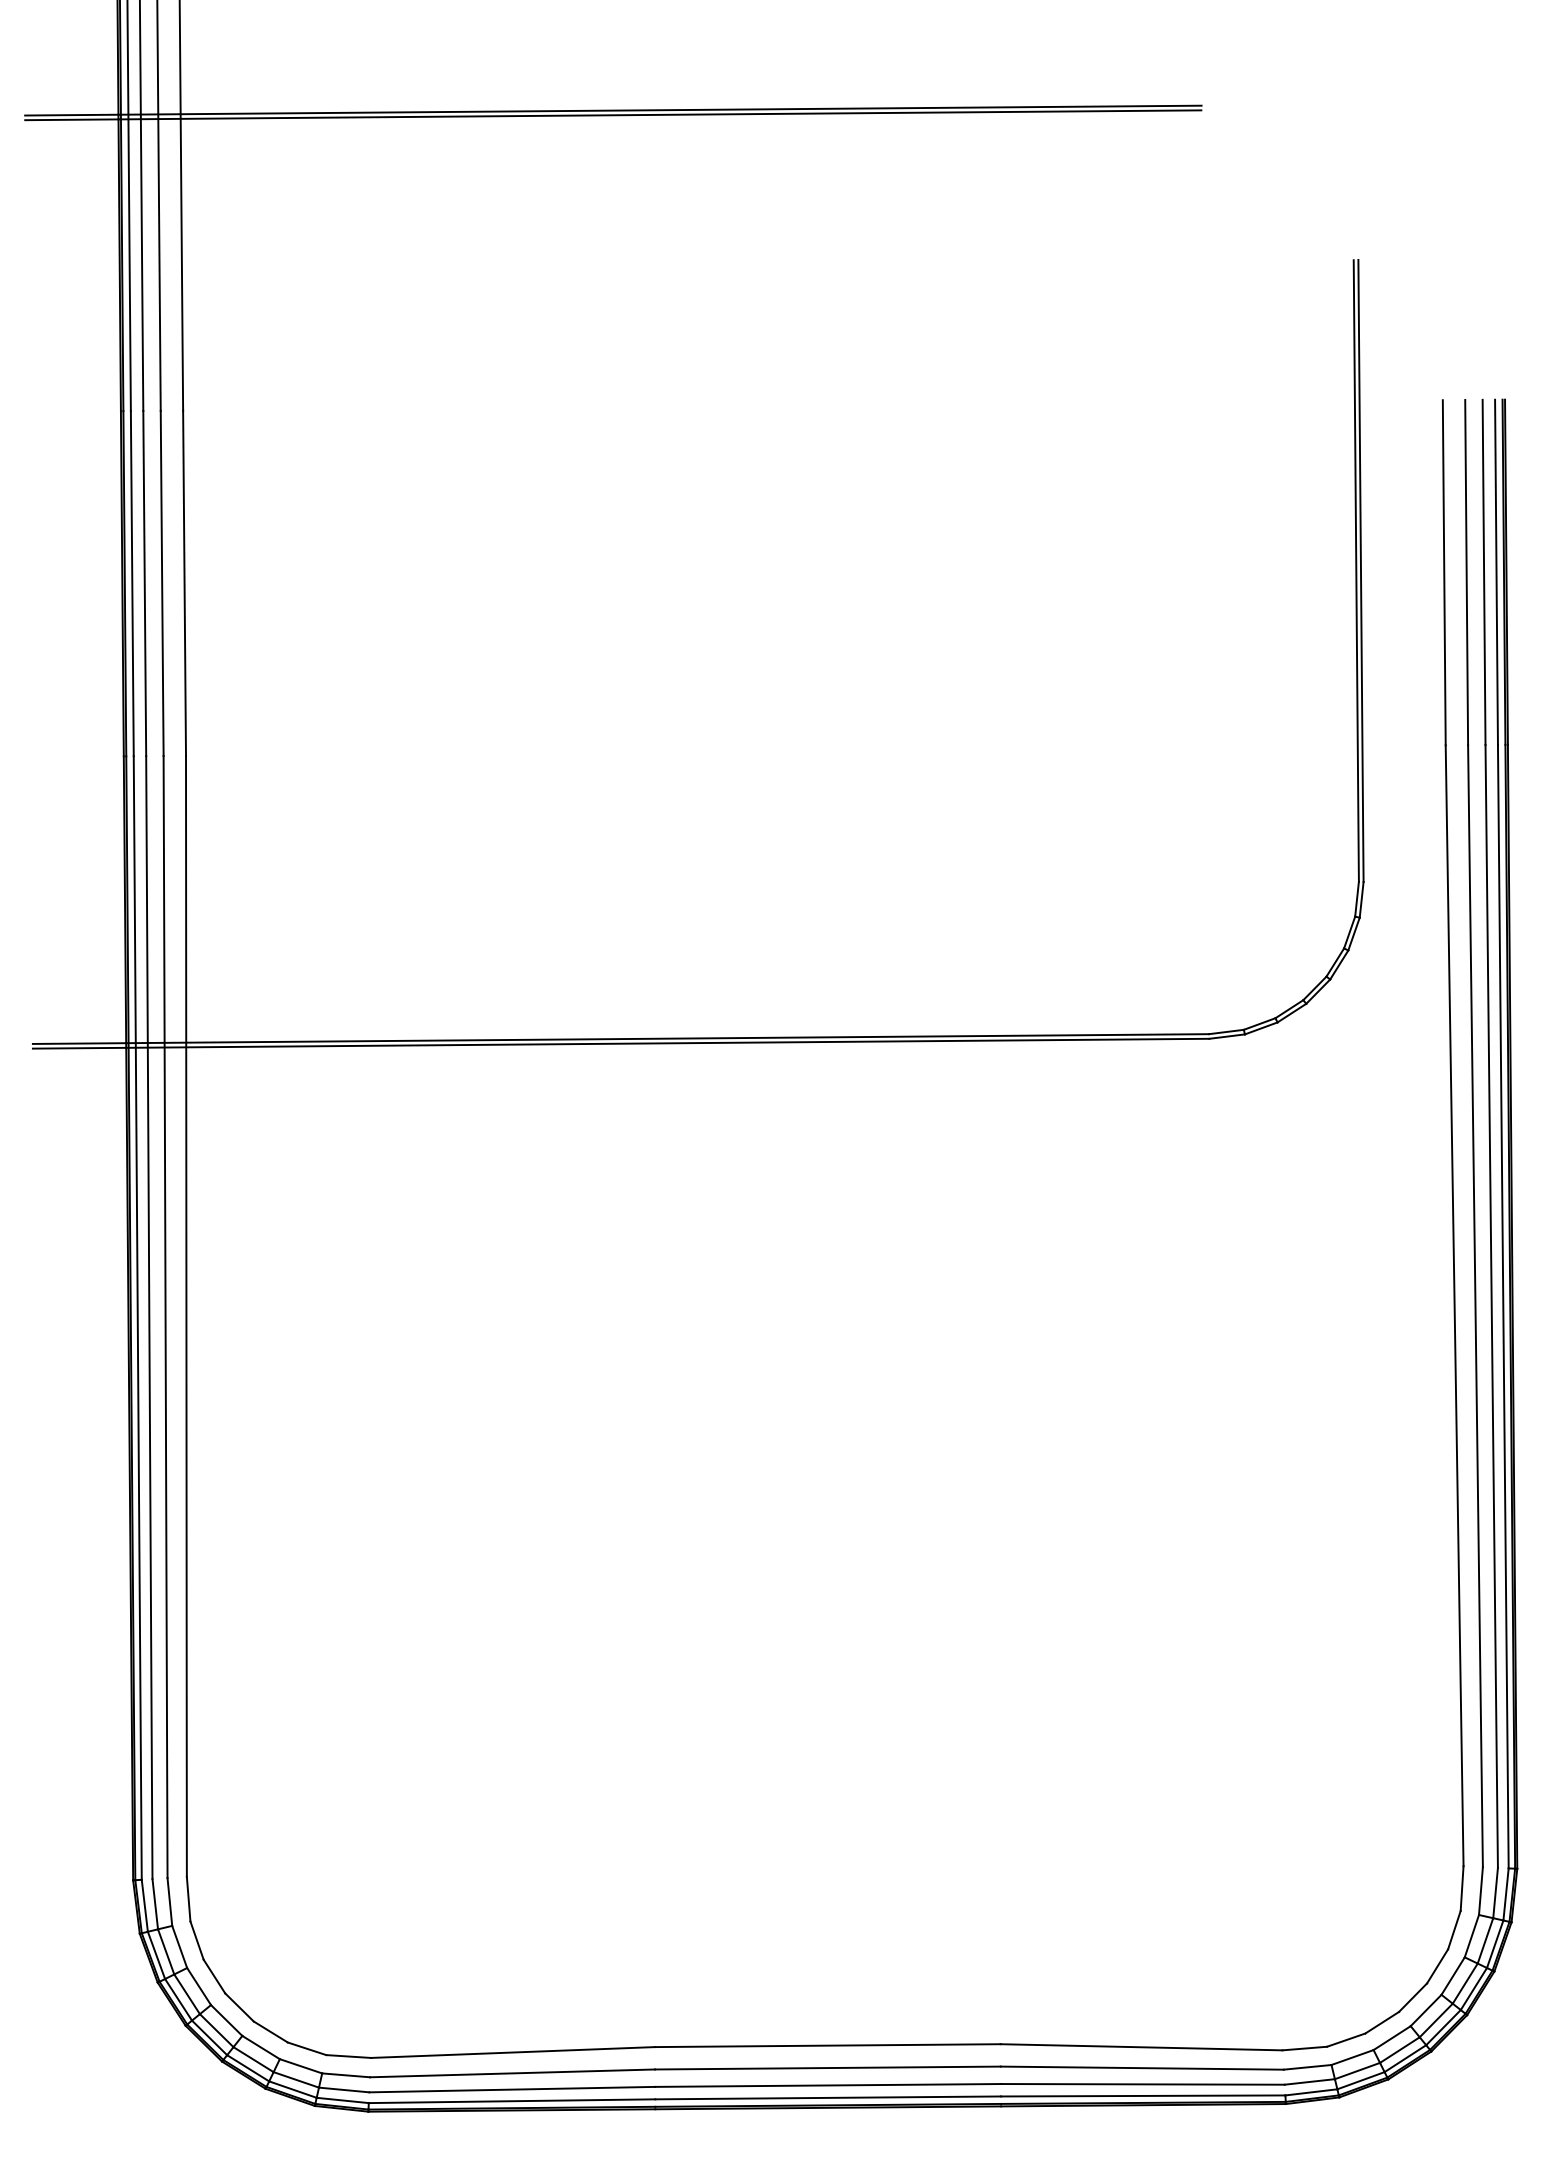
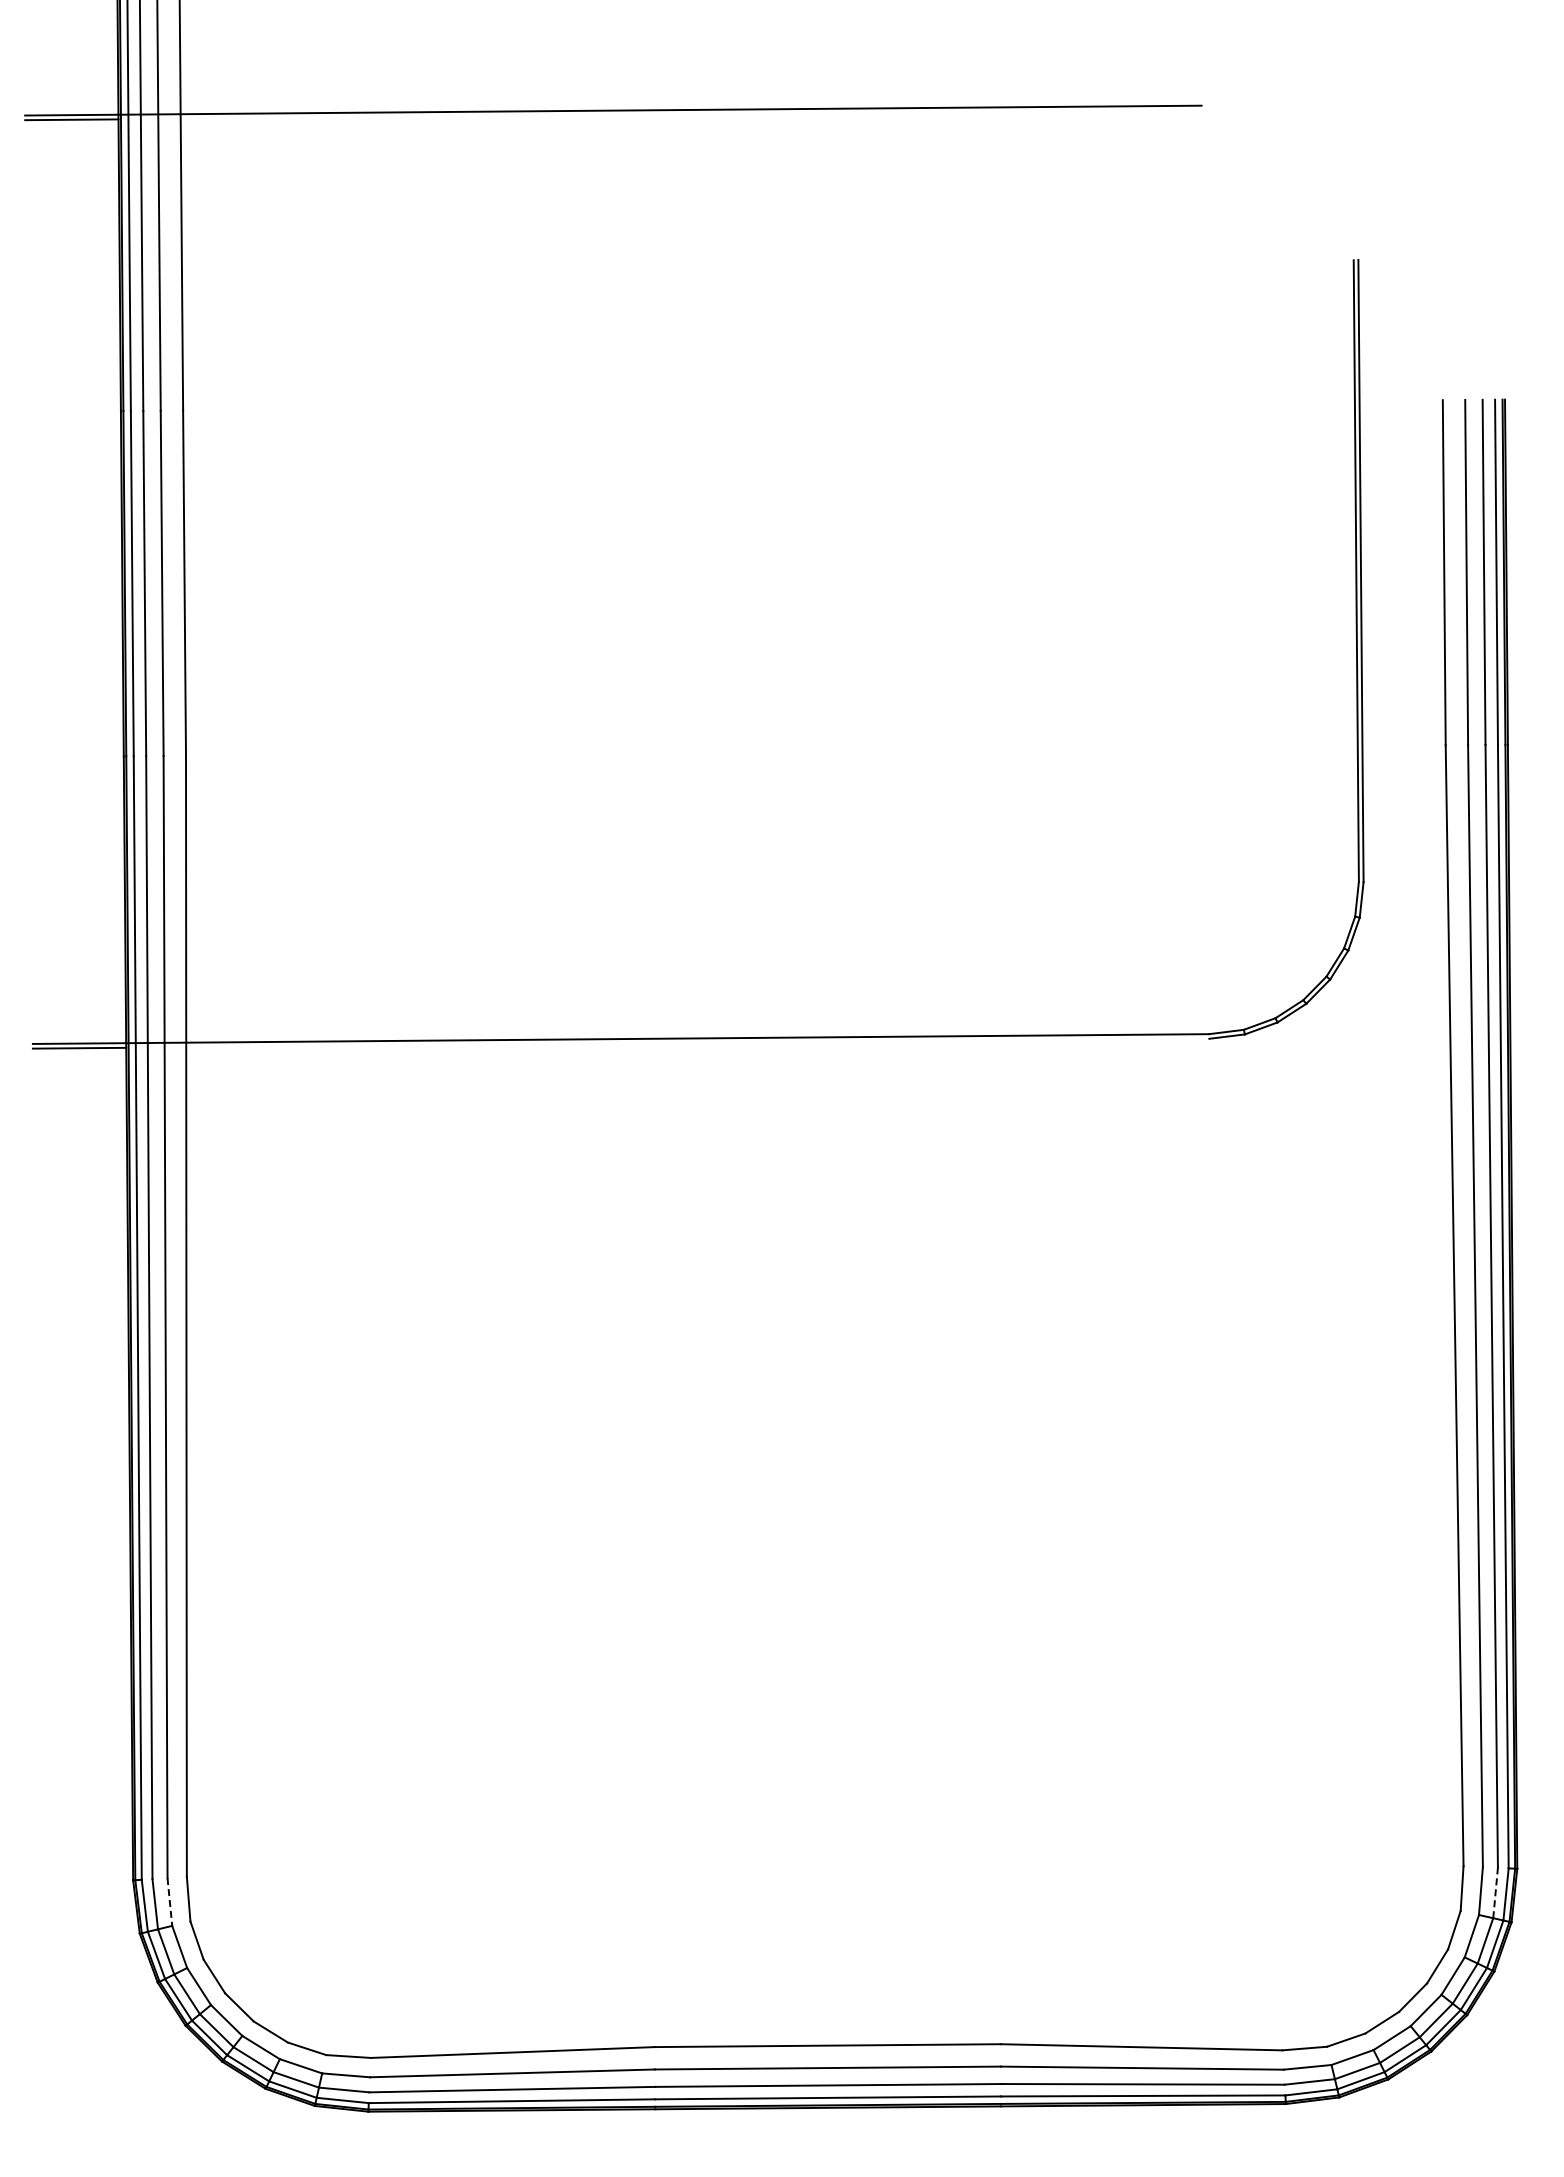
line at (659, 114): present -> none
line at (667, 1042): present -> none
line at (1495, 1892): solid -> dashed
line at (169, 1902): solid -> dashed
